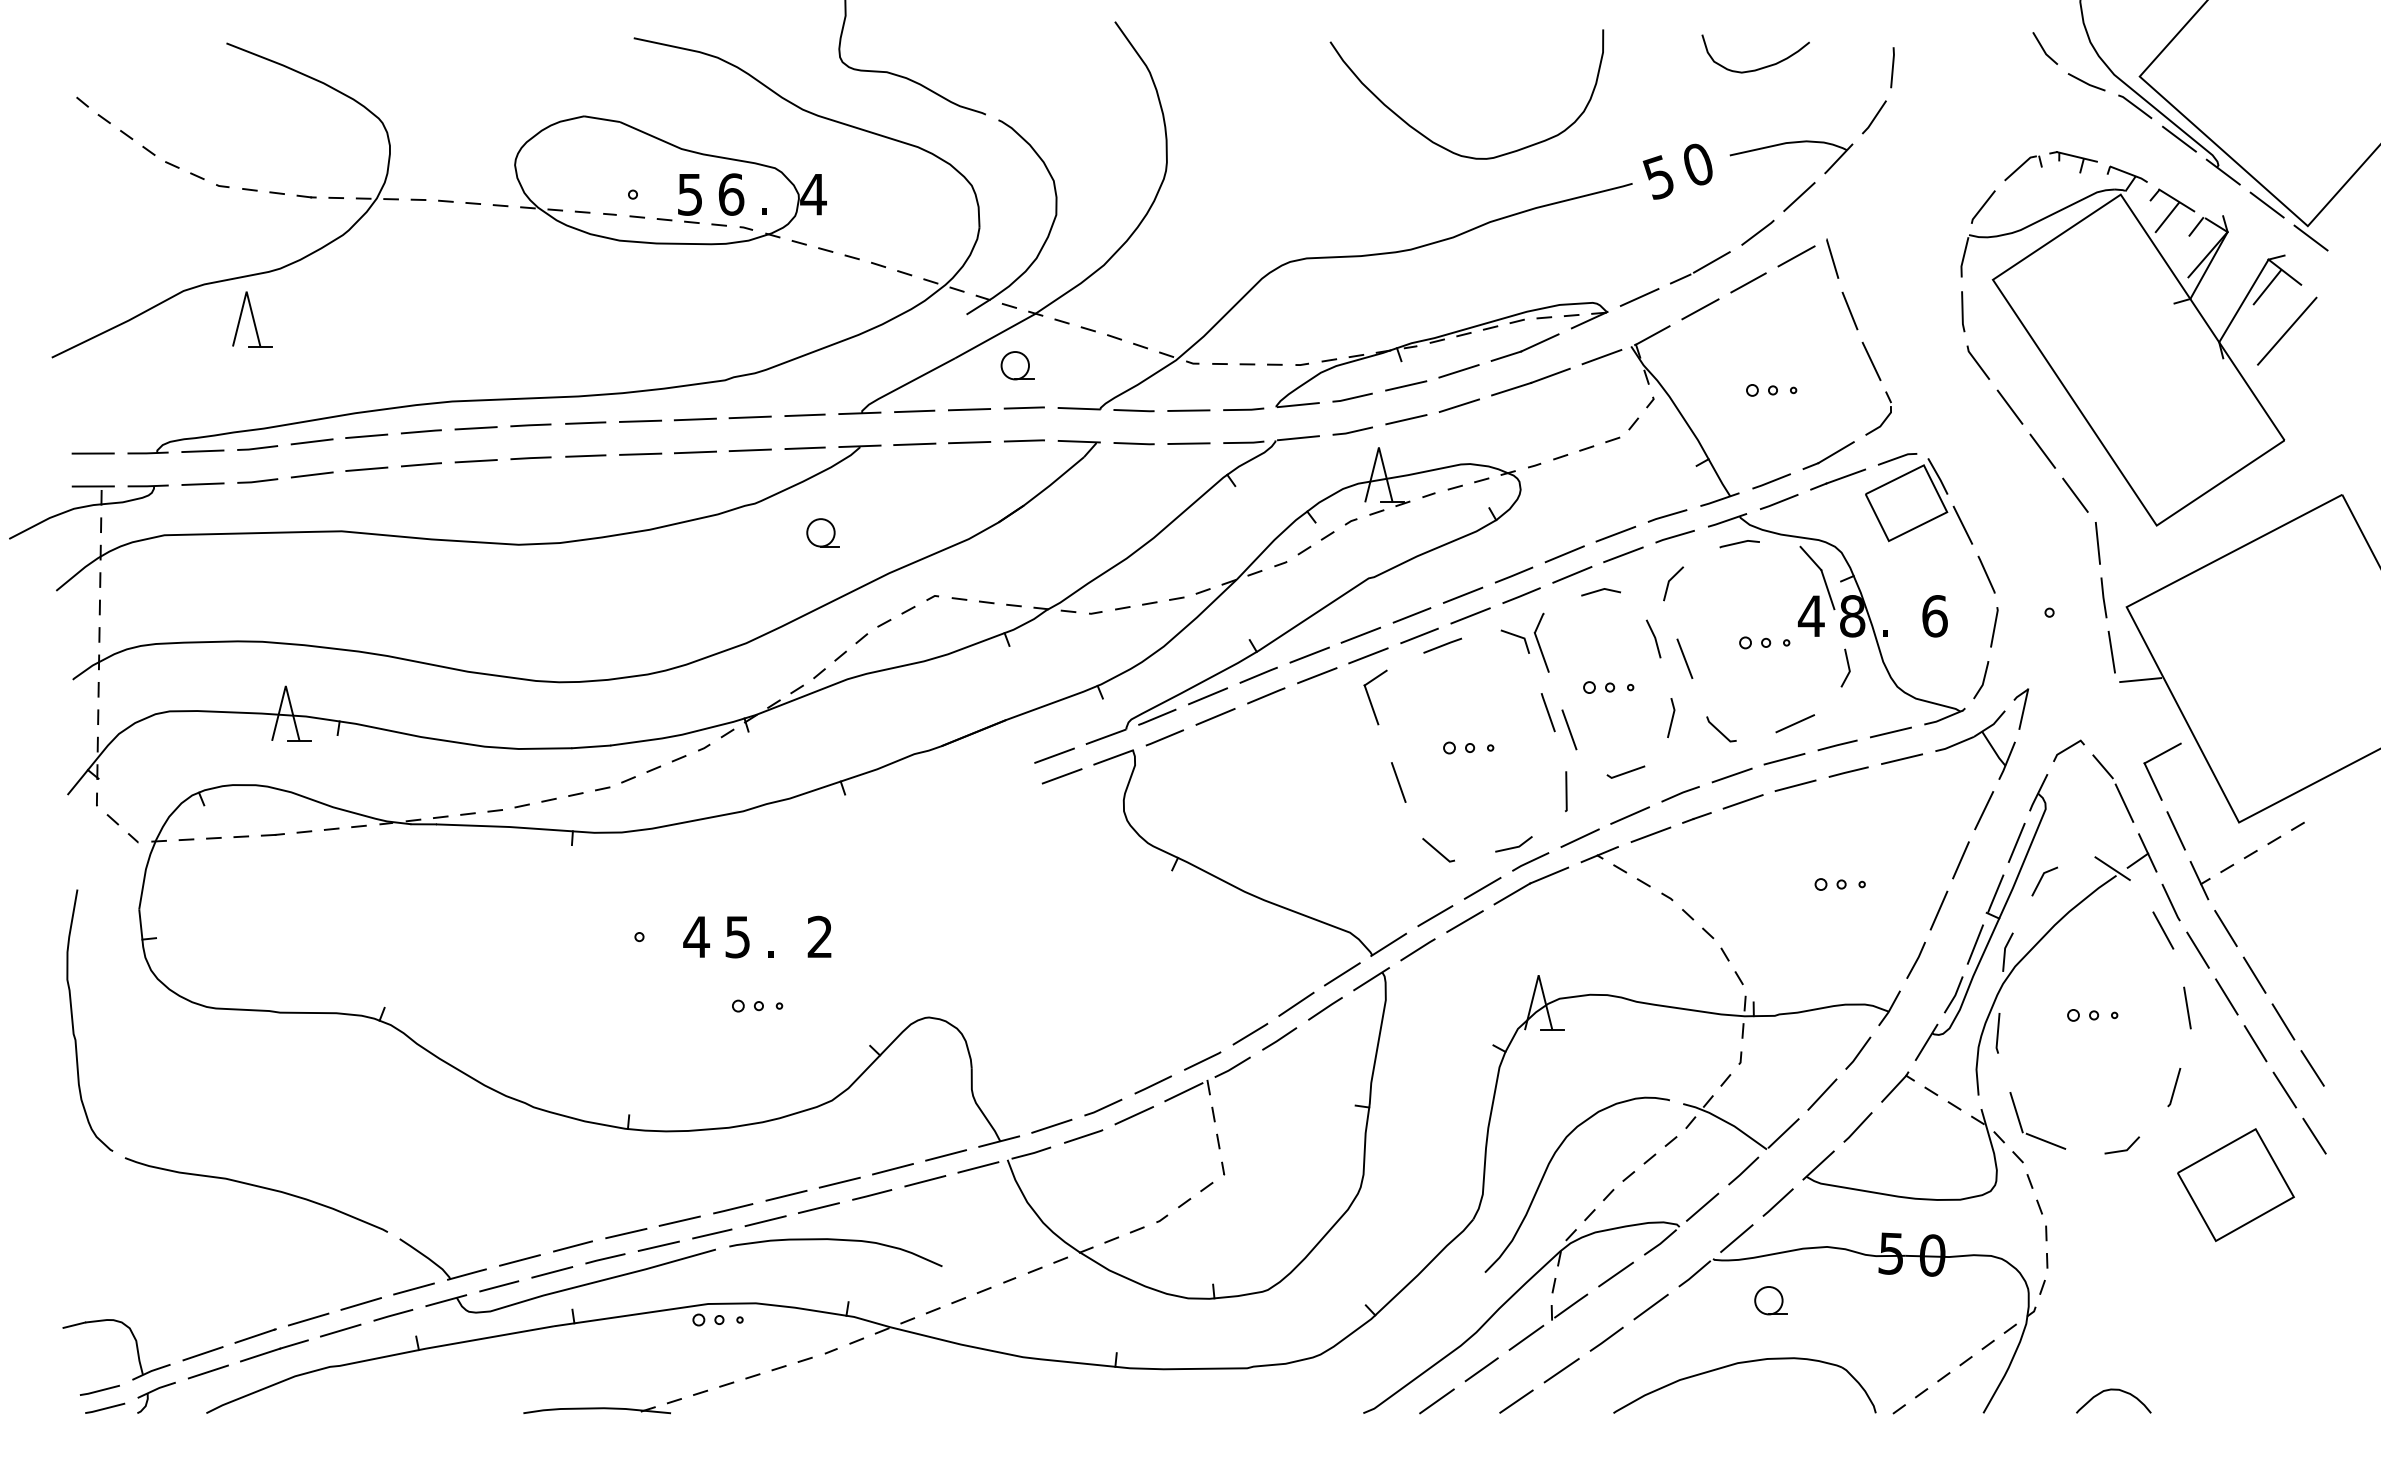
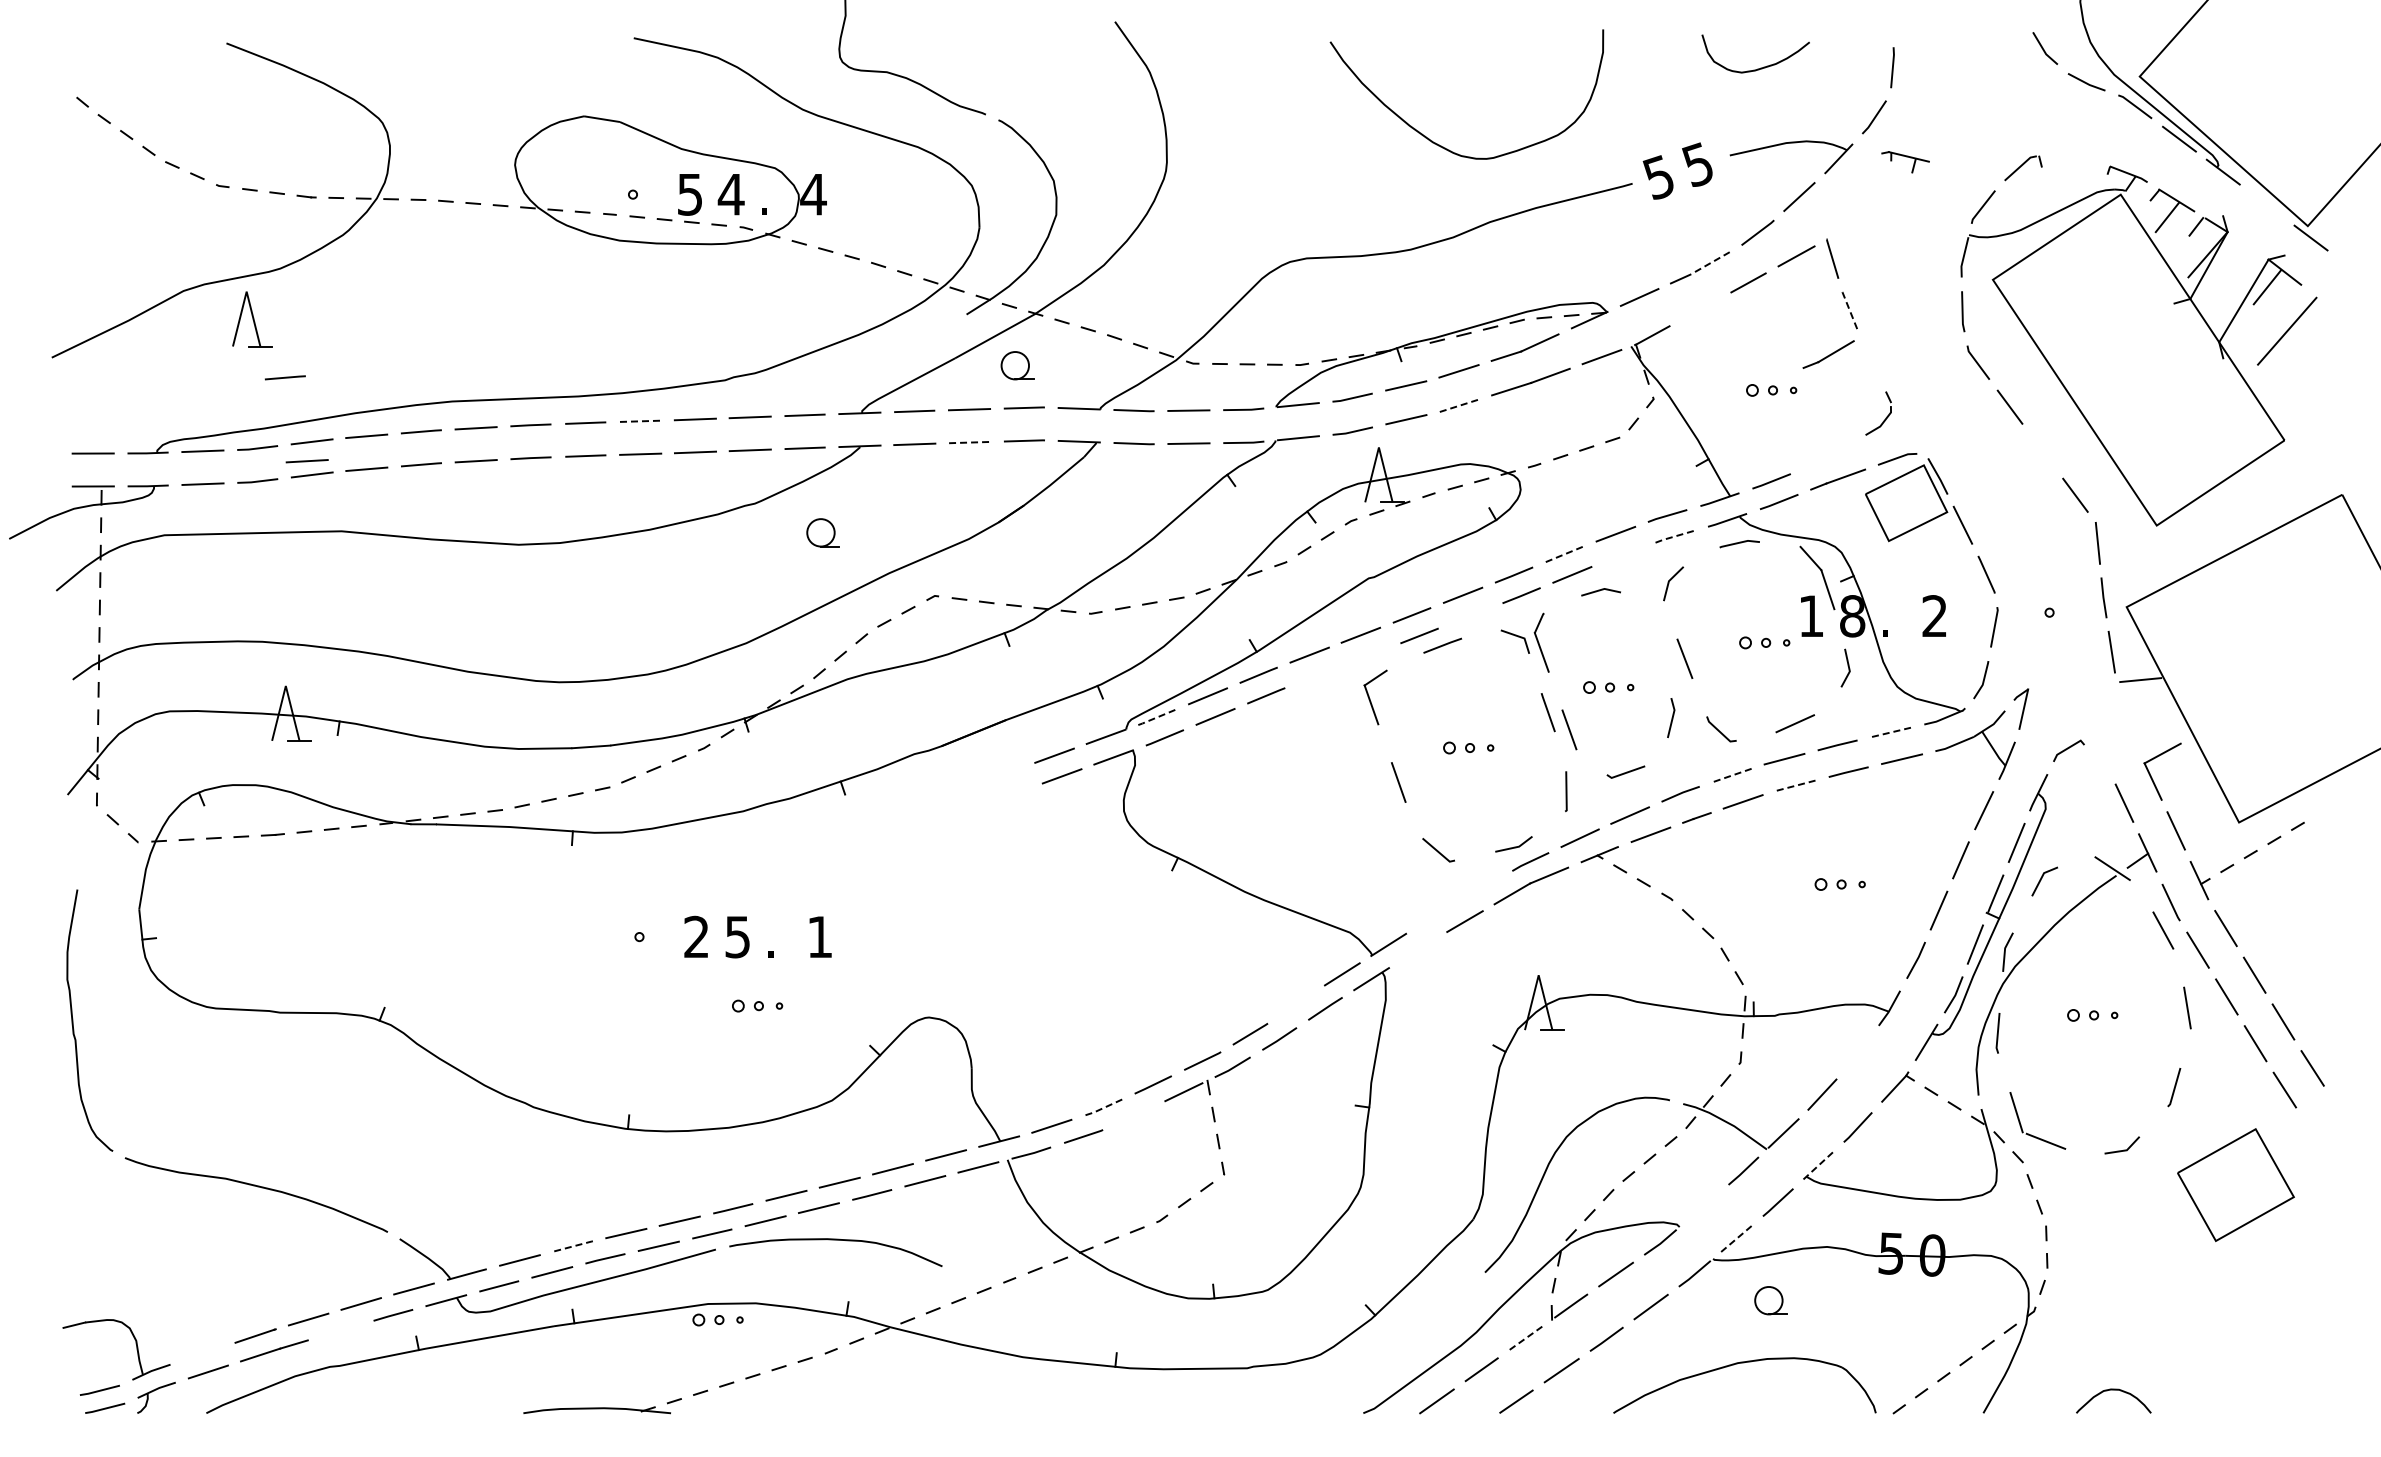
part at (2073, 162) position: (2073, 162) -> (1905, 162)
text at (1697, 164): 0 -> 5
text at (730, 194): 6 -> 4
line at (2266, 204): present -> none
line at (1711, 262): solid -> dashed
line at (1700, 309): present -> none
line at (1849, 310): solid -> dashed
line at (1871, 361): present -> none
line at (285, 377): none -> present
line at (1459, 405): solid -> dashed
line at (640, 421): solid -> dashed
line at (969, 442): solid -> dashed
line at (2042, 450): present -> none
part at (1828, 455) position: (1828, 455) -> (1828, 354)
line at (306, 461): none -> present
line at (1675, 536): solid -> dashed
line at (1564, 554): solid -> dashed
line at (1623, 554): present -> none
line at (1470, 615): present -> none
text at (1810, 615): 4 -> 1
text at (1934, 616): 6 -> 2
line at (1654, 638): present -> none
line at (1368, 655): present -> none
line at (1317, 675): present -> none
line at (1157, 717): solid -> dashed
line at (1890, 732): solid -> dashed
line at (2102, 766): present -> none
line at (1732, 775): solid -> dashed
line at (1795, 785): solid -> dashed
line at (1482, 888): present -> none
line at (1435, 916): present -> none
text at (696, 936): 4 -> 2
text at (819, 936): 2 -> 1
line at (1417, 949): present -> none
line at (1296, 1003): present -> none
line at (1858, 1052): present -> none
line at (1102, 1108): solid -> dashed
line at (1133, 1115): present -> none
line at (2314, 1135): present -> none
line at (1818, 1165): solid -> dashed
line at (1702, 1206): present -> none
line at (1736, 1238): solid -> dashed
line at (573, 1246): solid -> dashed
line at (340, 1330): present -> none
line at (1526, 1337): solid -> dashed
line at (202, 1353): present -> none
